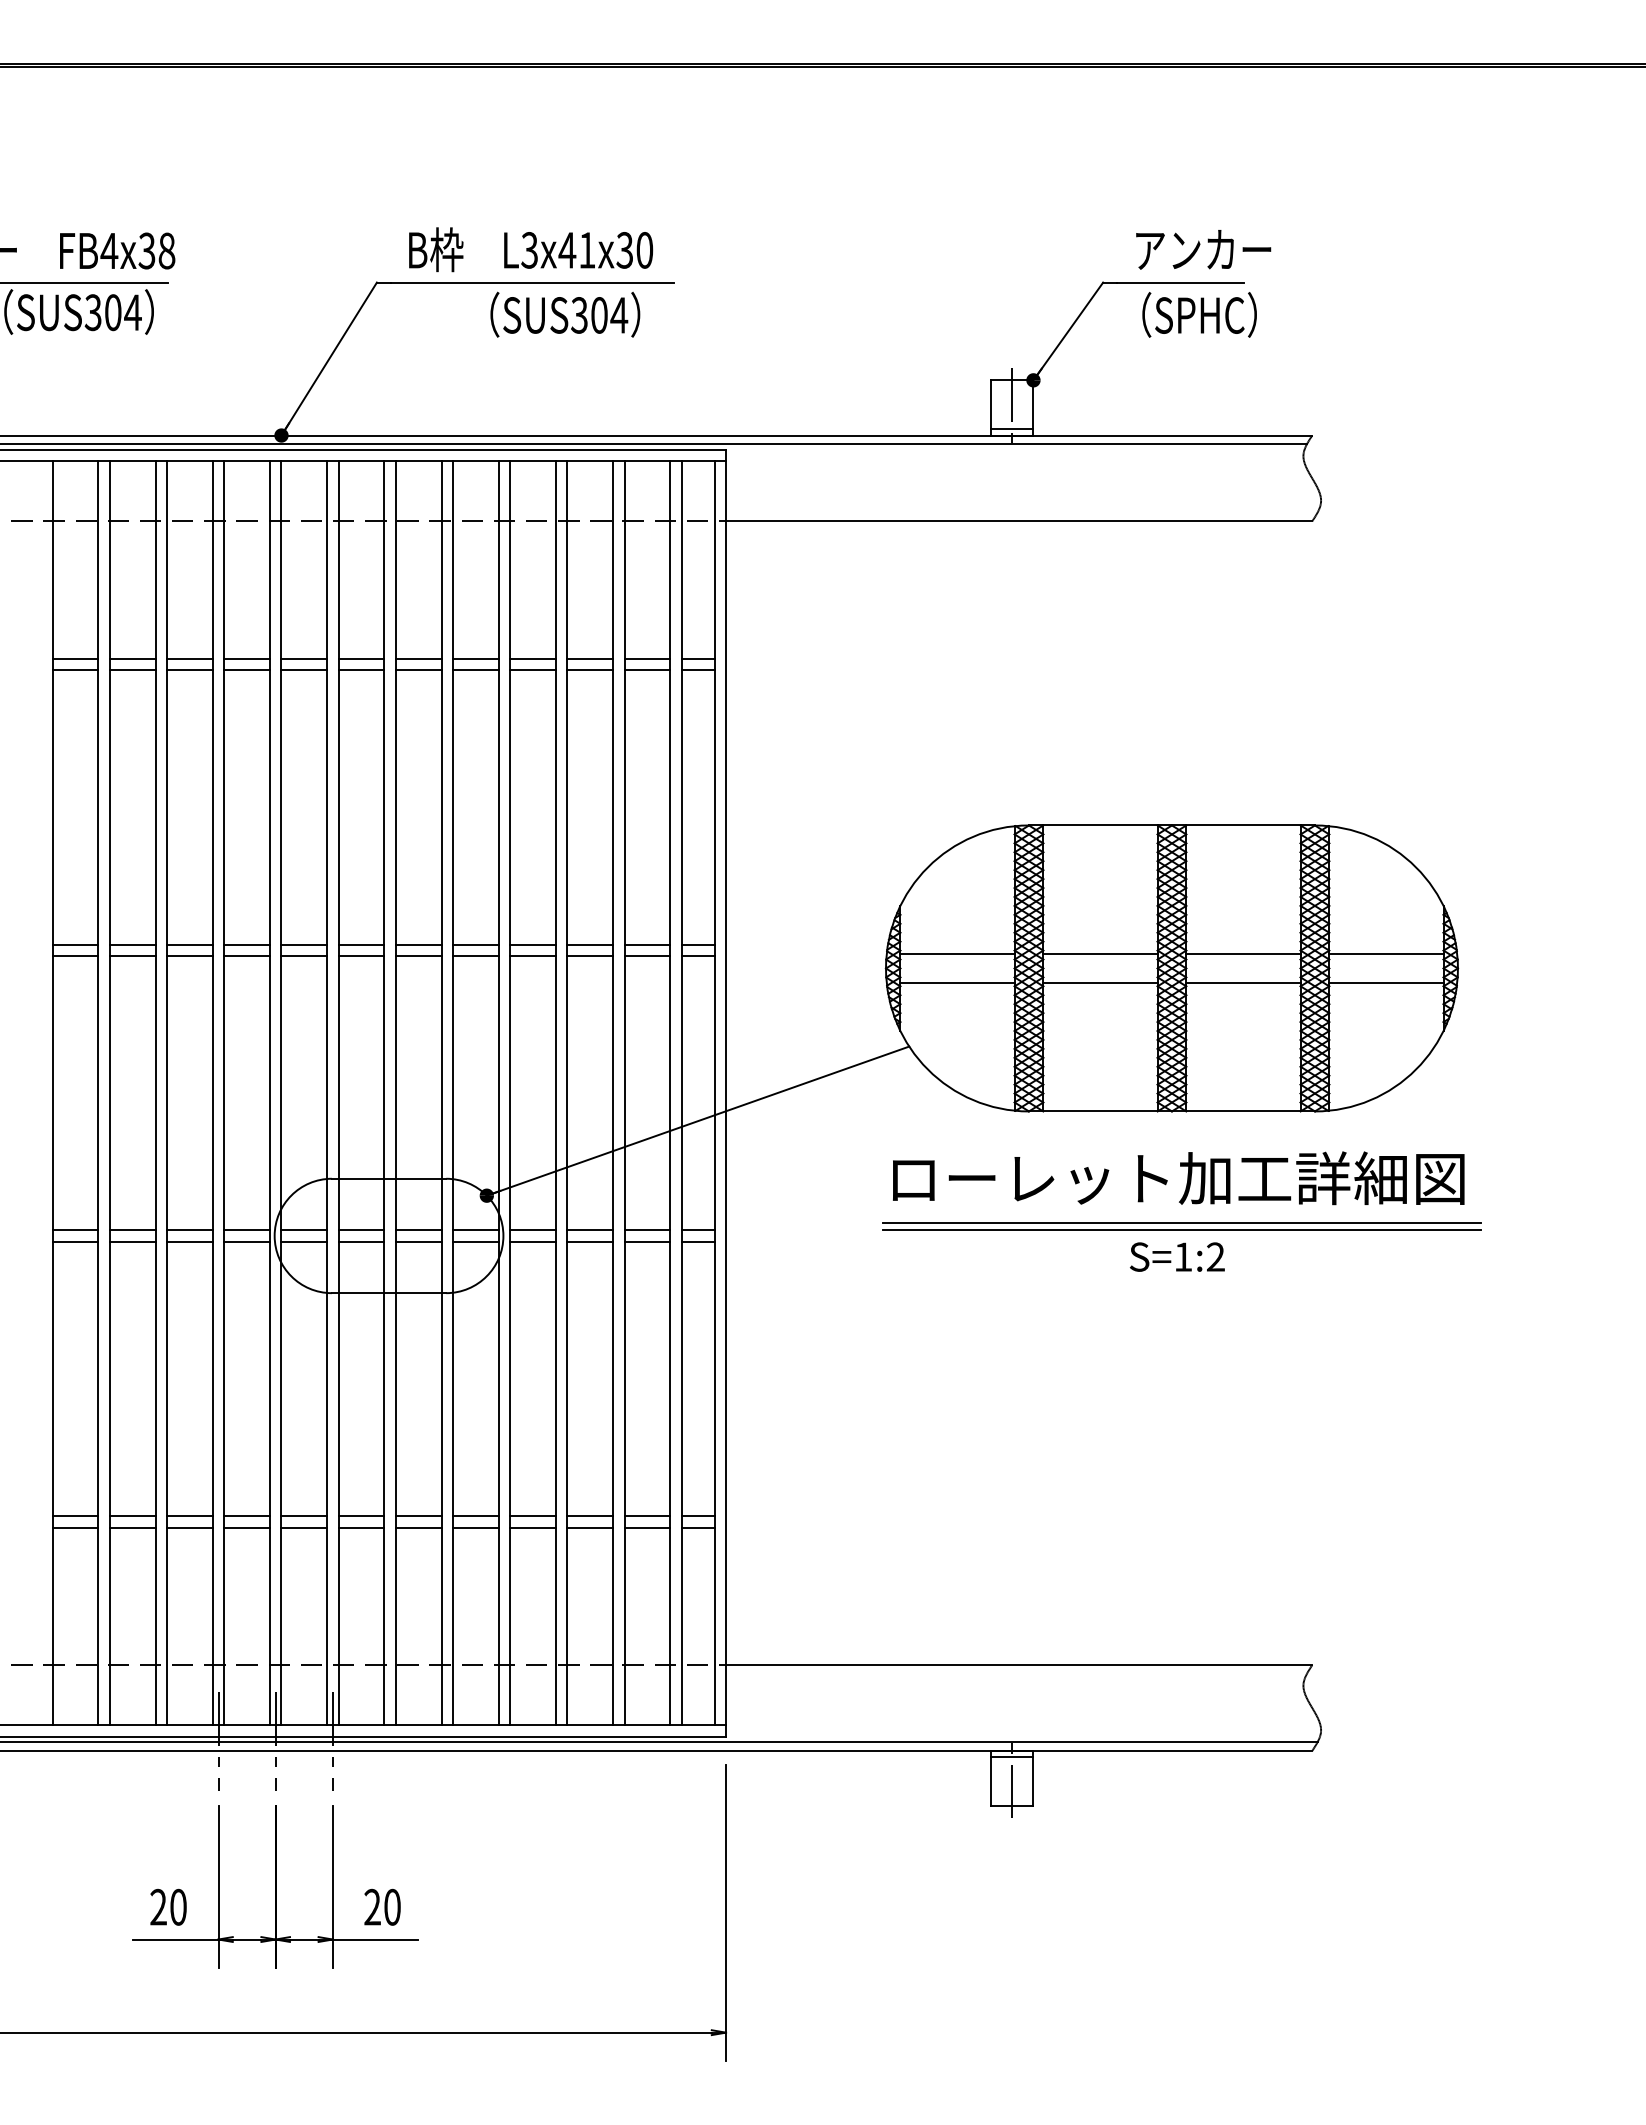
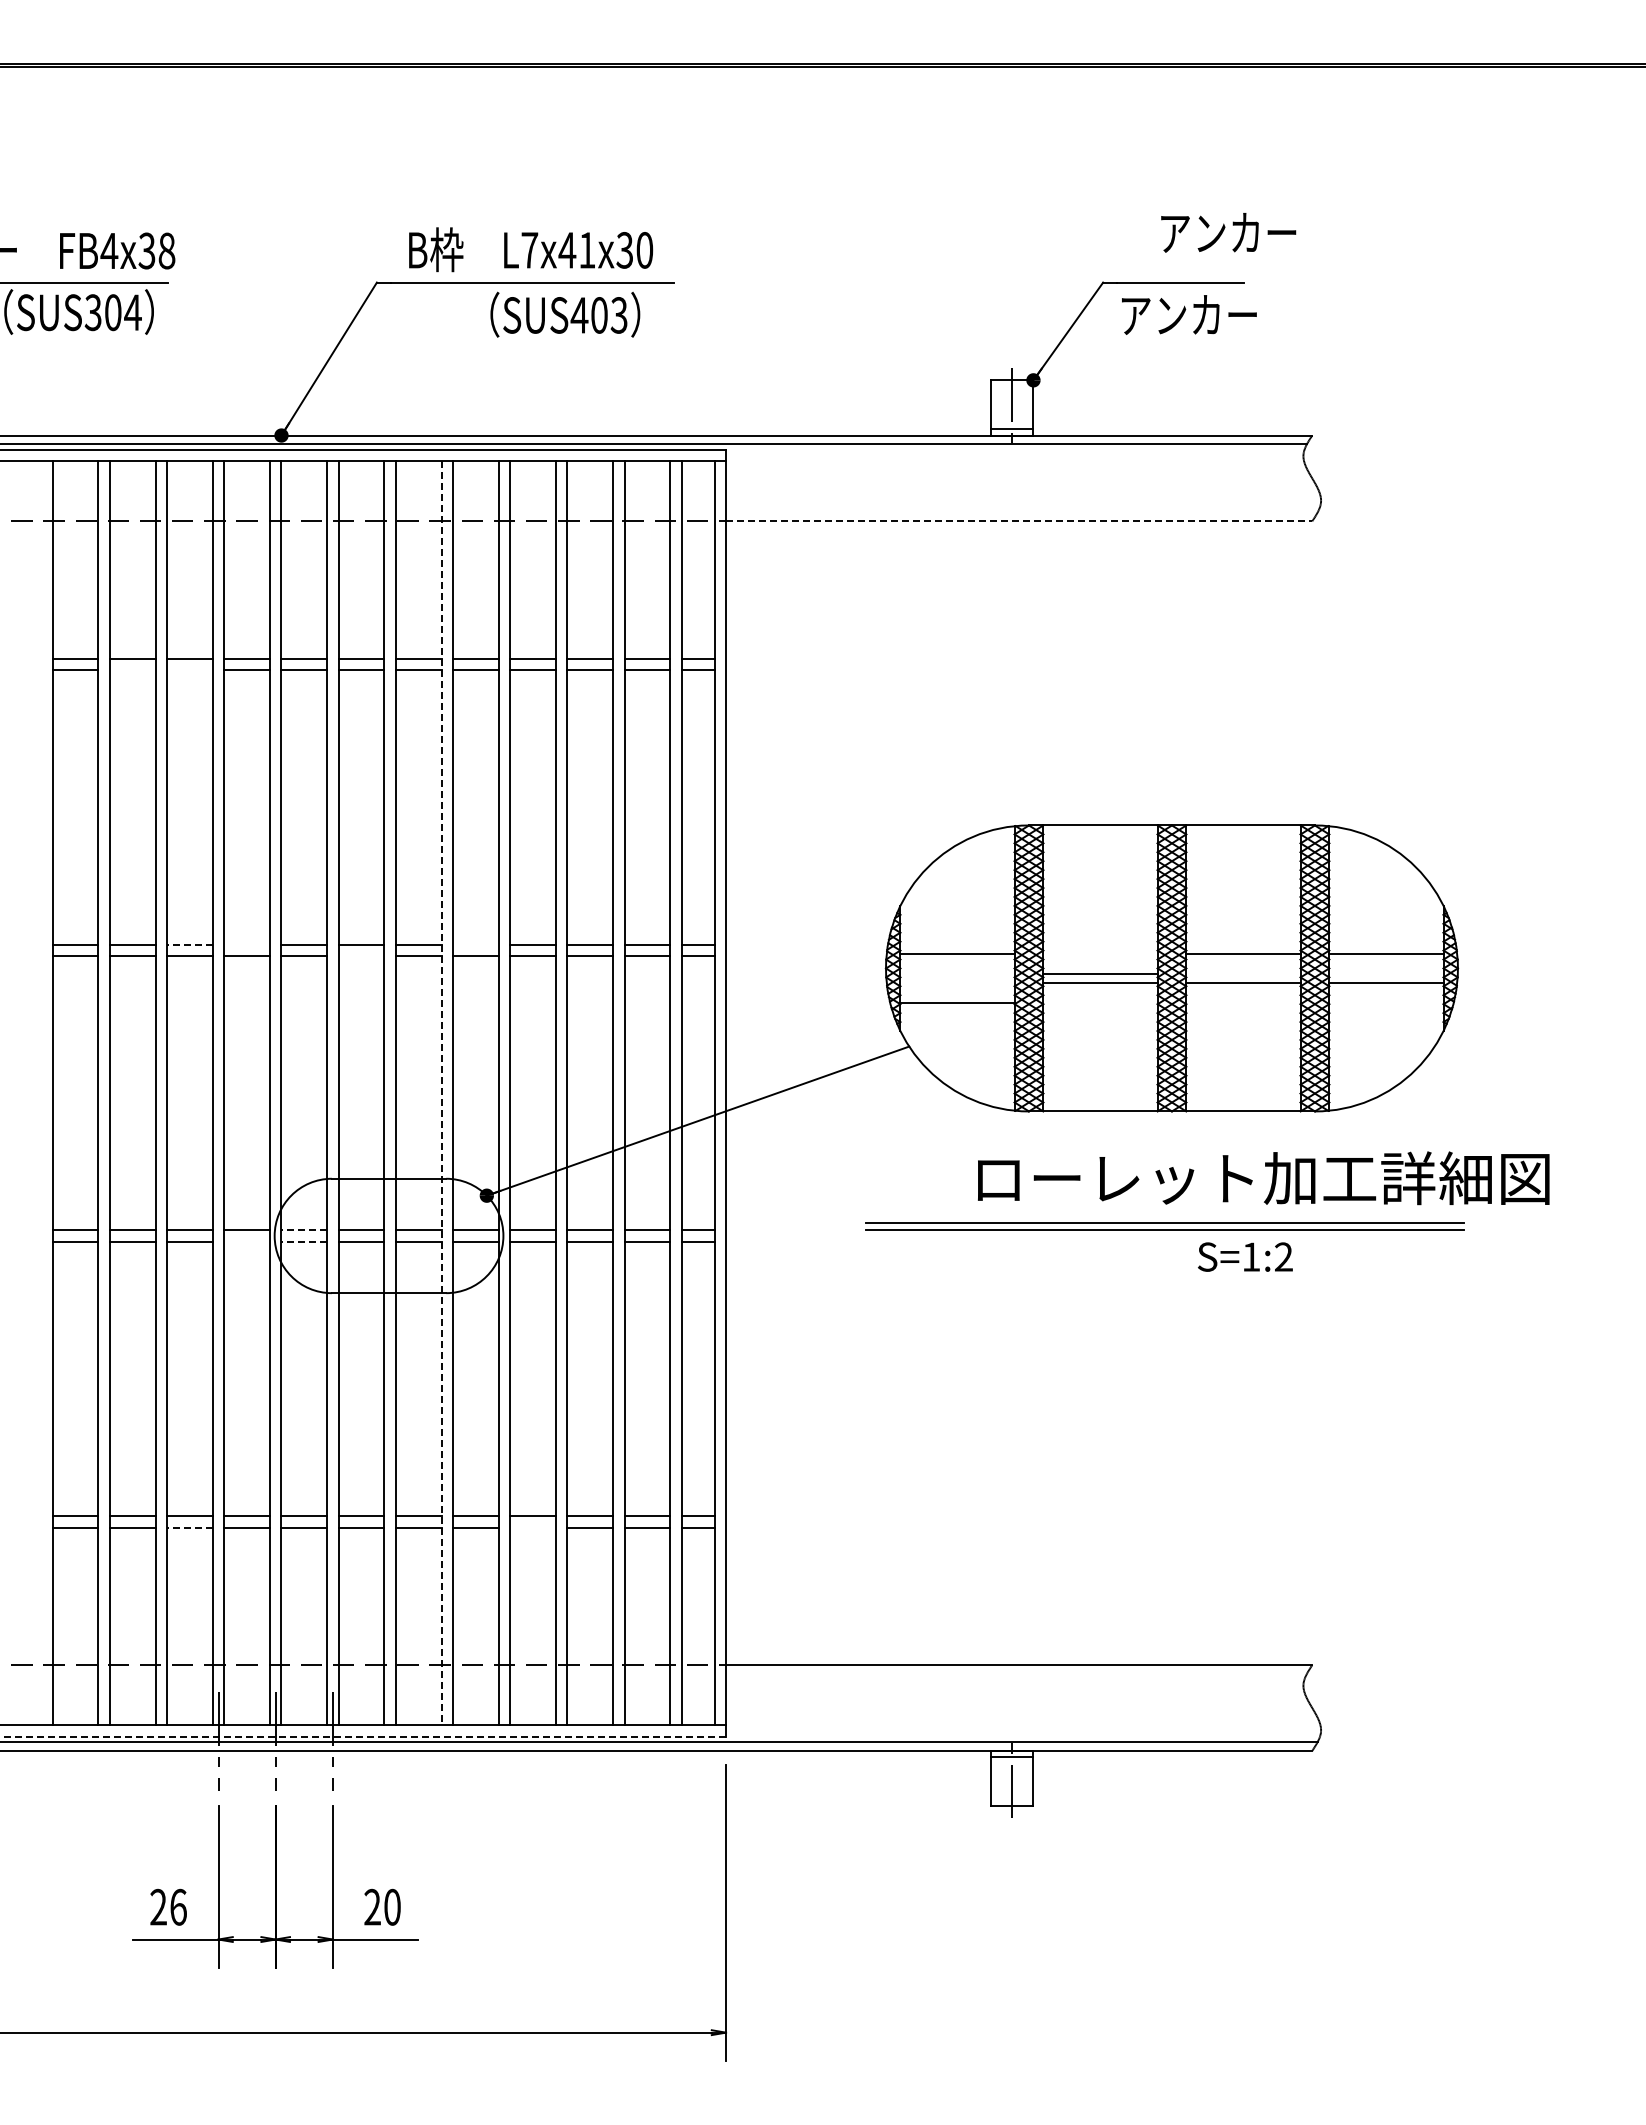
text at (1203, 249) position: (1203, 249) -> (1228, 232)
text at (529, 250): L3x41x30 -> L7x41x30
text at (1189, 314): （SPHC） -> アンカー
text at (599, 315): SUS304 -> SUS403
line at (1019, 521): solid -> dashed
line at (132, 670): present -> none
line at (189, 670): present -> none
line at (189, 944): solid -> dashed
line at (246, 944): present -> none
line at (475, 944): present -> none
line at (1100, 954) position: (1100, 954) -> (1100, 974)
line at (361, 955): present -> none
line at (957, 982) position: (957, 982) -> (957, 1002)
line at (441, 1093): solid -> dashed
text at (1178, 1178) position: (1178, 1178) -> (1263, 1178)
part at (1181, 1226) position: (1181, 1226) -> (1164, 1226)
line at (304, 1230): solid -> dashed
line at (246, 1241): present -> none
line at (304, 1241): solid -> dashed
text at (1177, 1256) position: (1177, 1256) -> (1245, 1256)
line at (189, 1527): solid -> dashed
line at (532, 1527): present -> none
line at (363, 1736): solid -> dashed
text at (178, 1906): 20 -> 26
